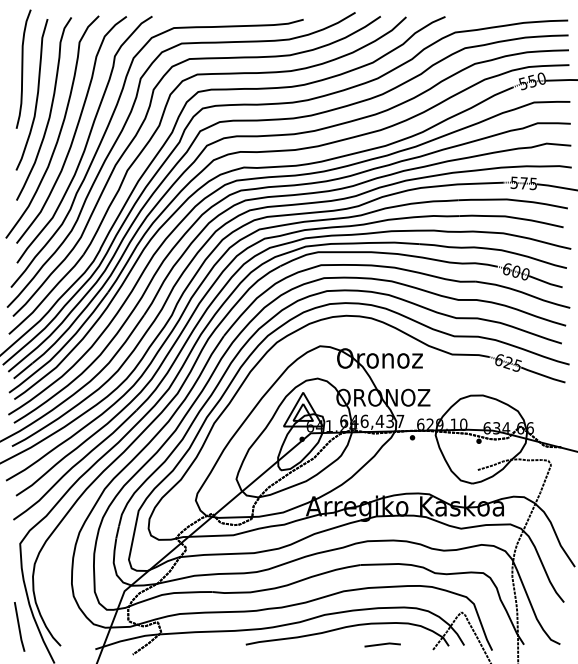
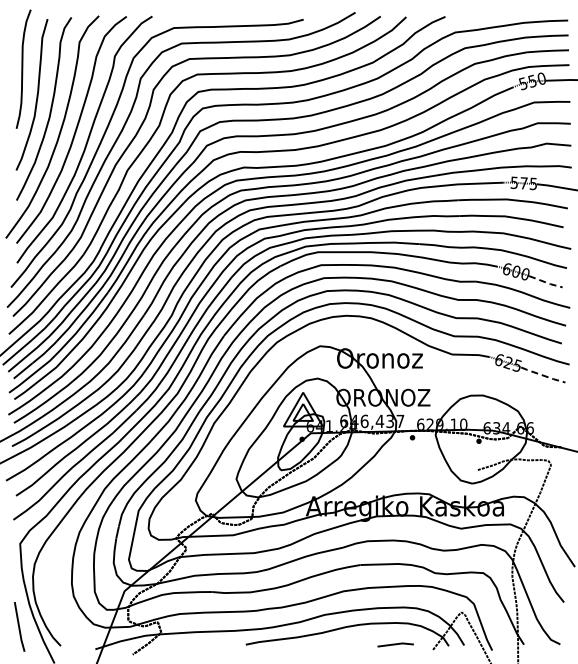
line at (546, 282): solid -> dashed
line at (543, 375): solid -> dashed
line at (382, 644) position: (382, 644) -> (395, 644)
